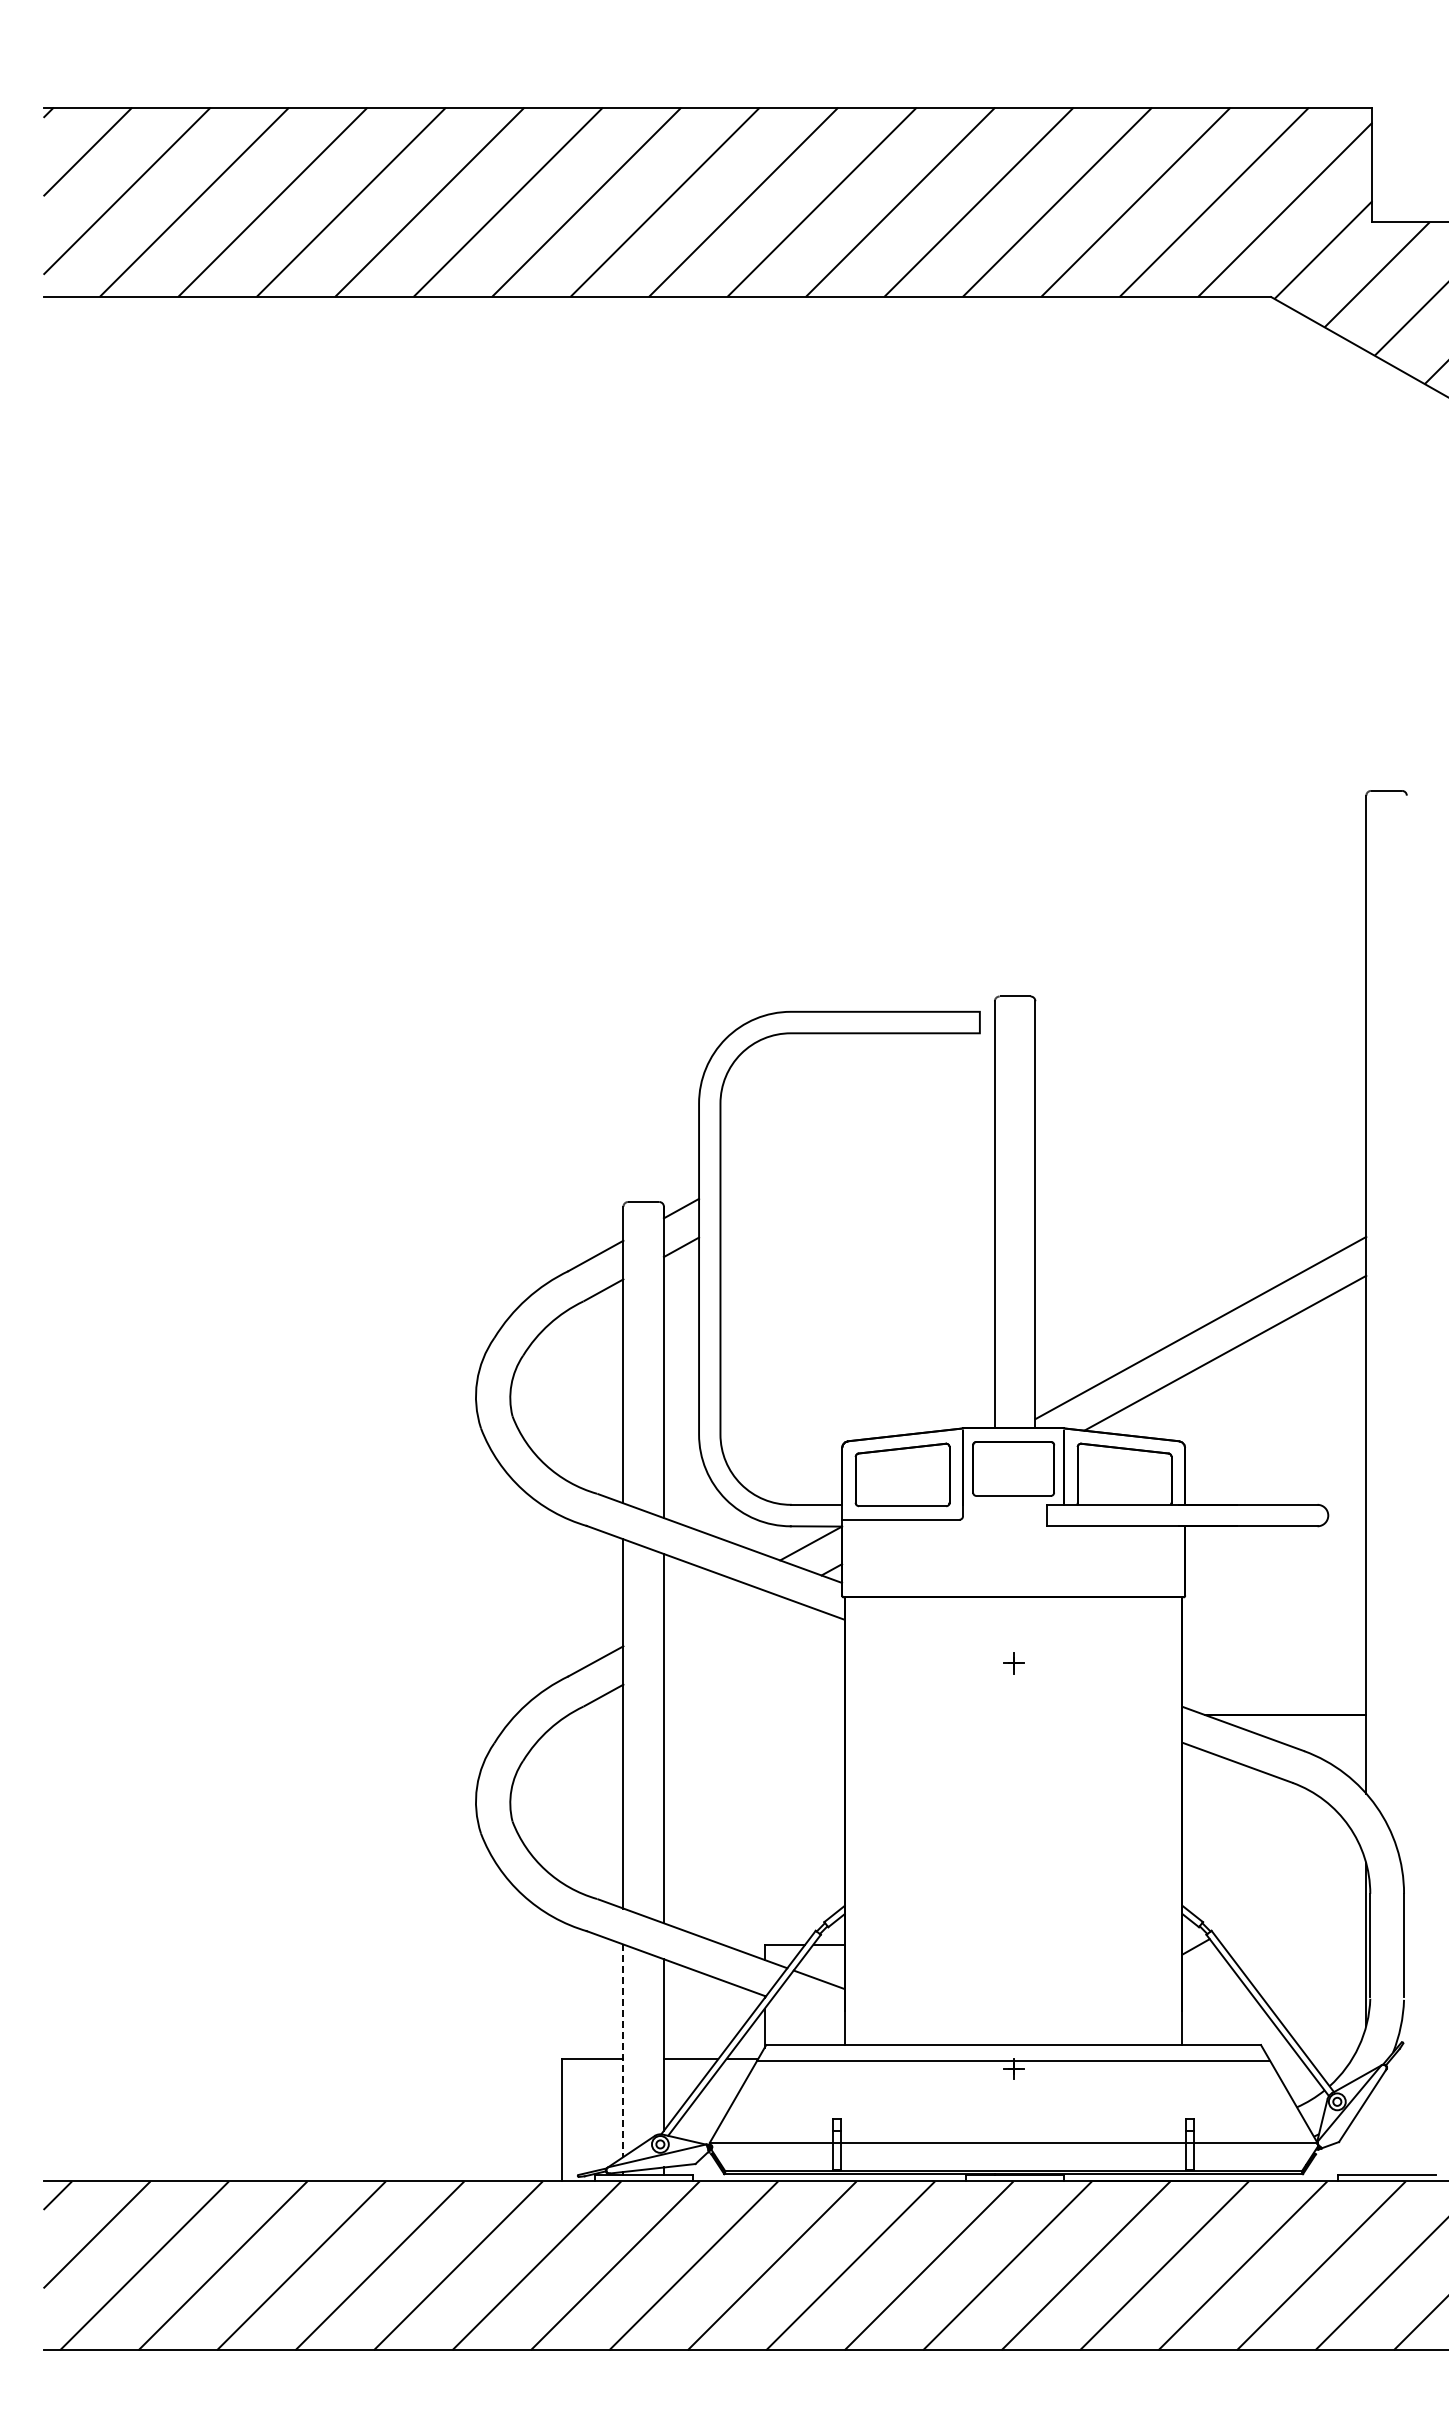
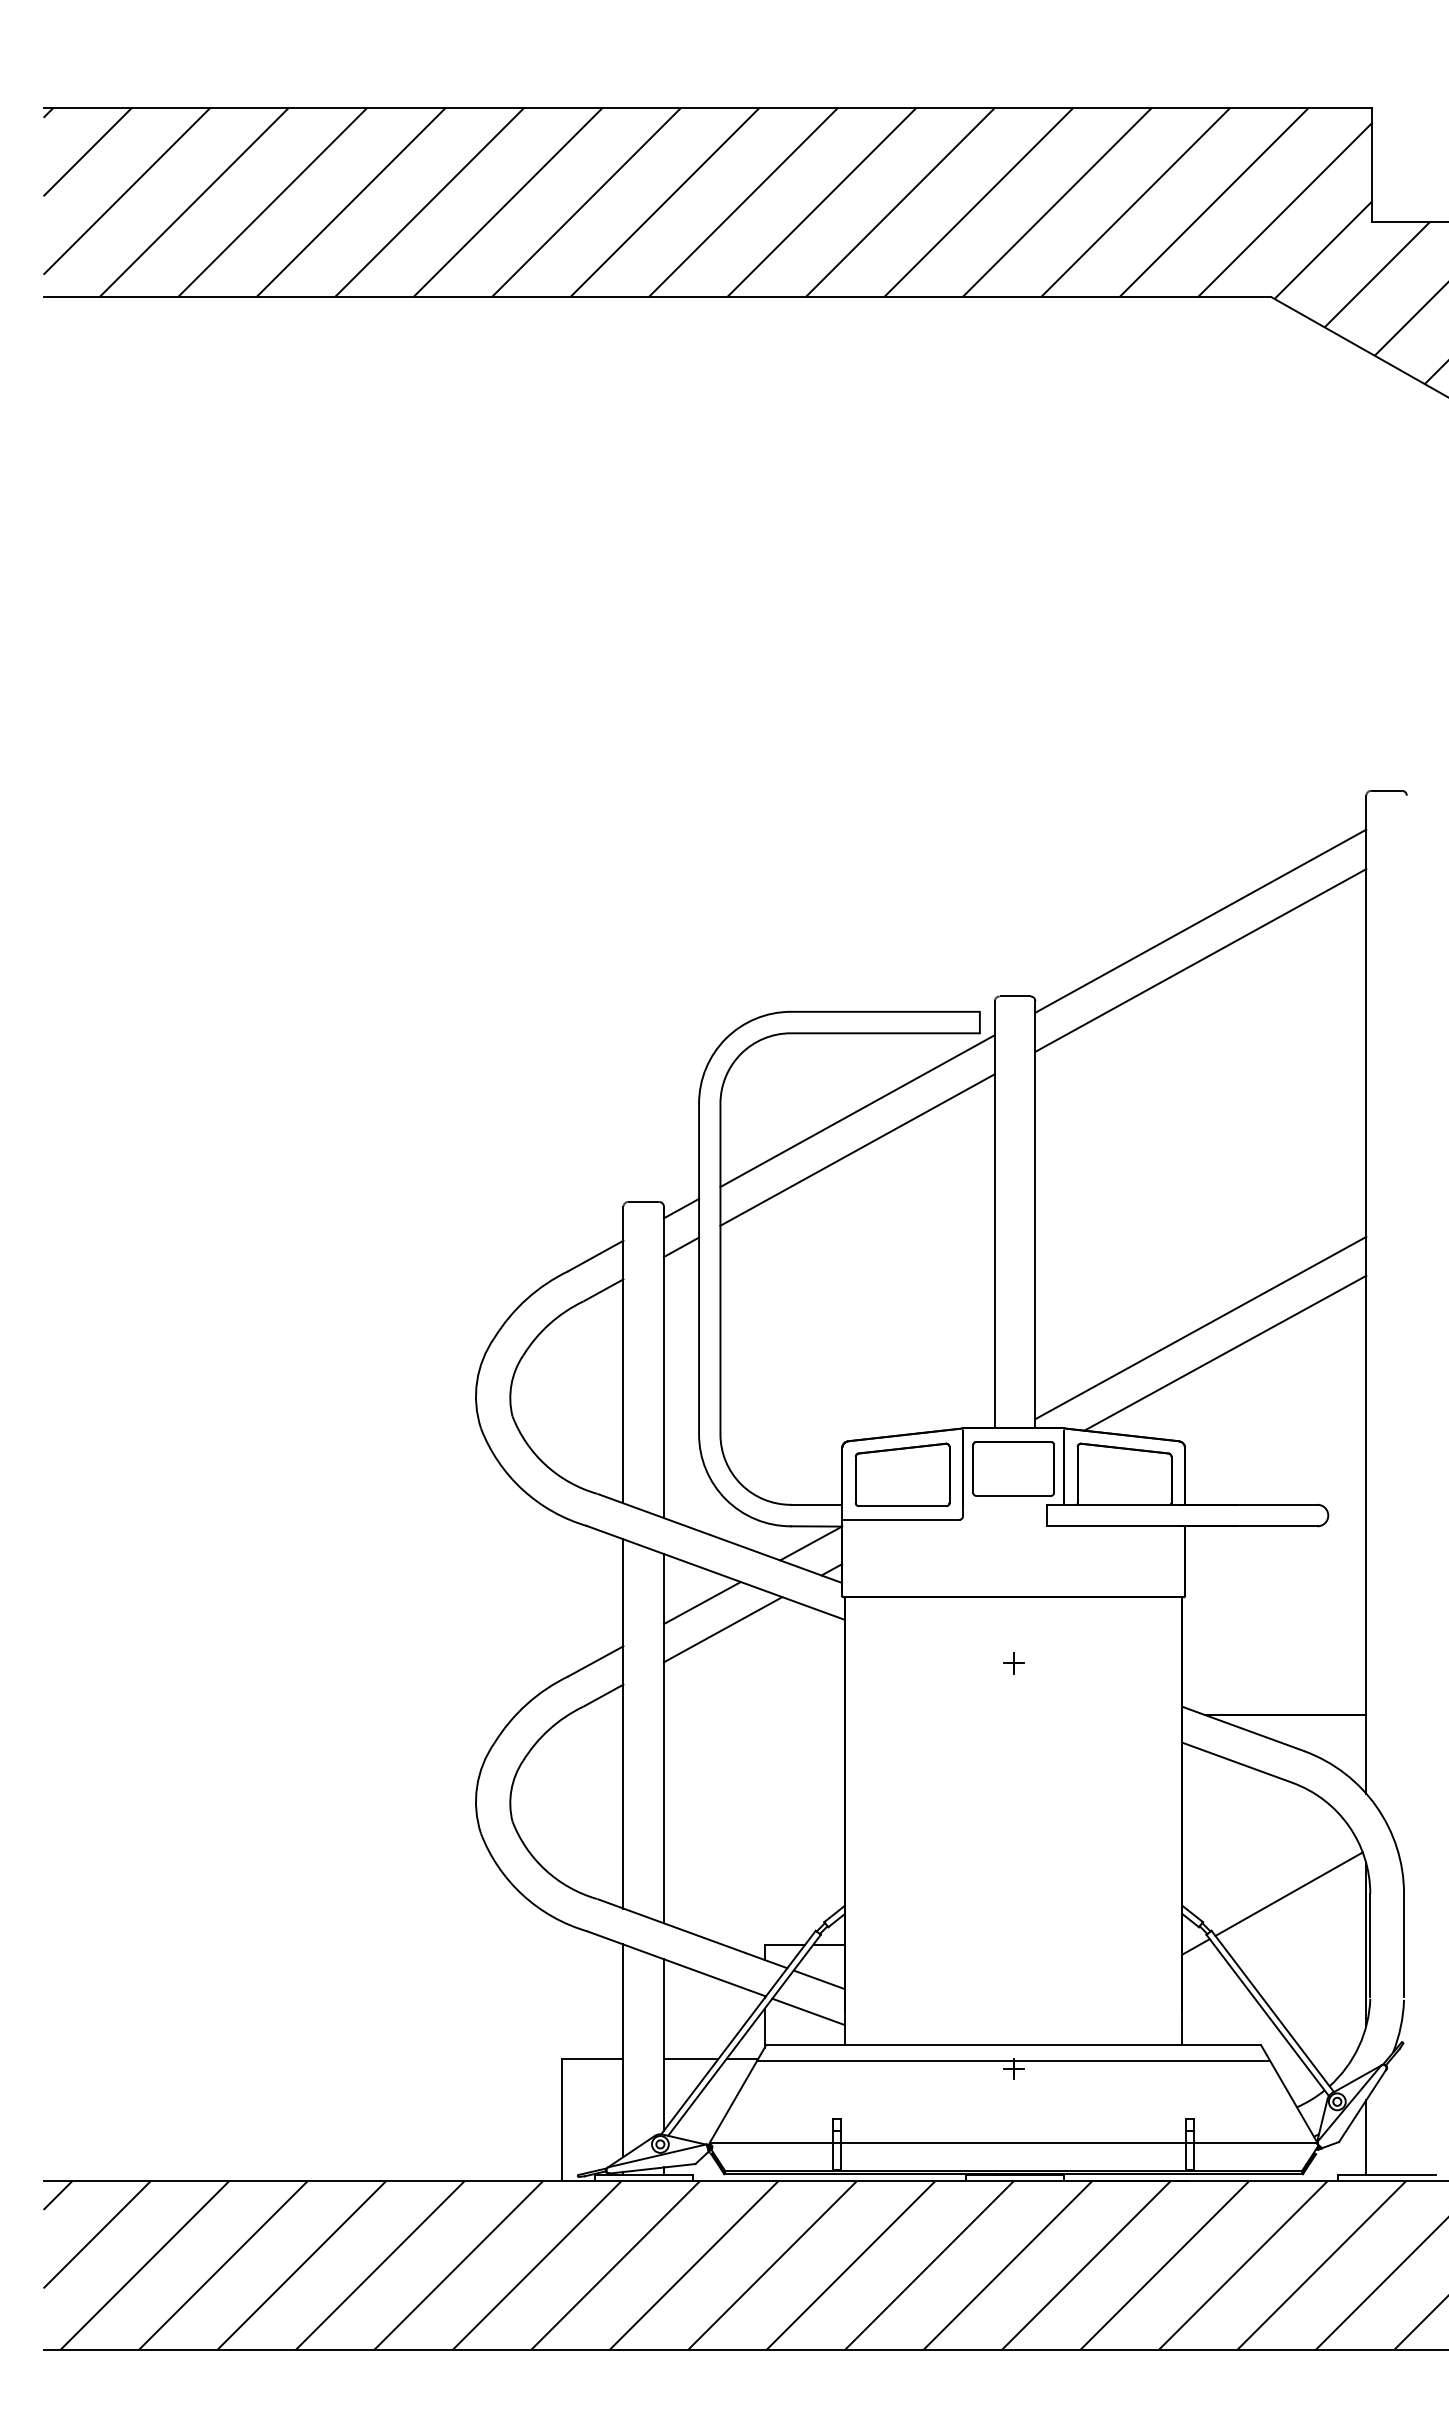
line at (1200, 920): none -> present
line at (1200, 960): none -> present
line at (857, 1111): none -> present
line at (857, 1149): none -> present
line at (701, 1603): none -> present
line at (722, 1629): none -> present
line at (1288, 1893): none -> present
line at (808, 2011): none -> present
line at (623, 2051): dashed -> solid
line at (1366, 2137): none -> present
